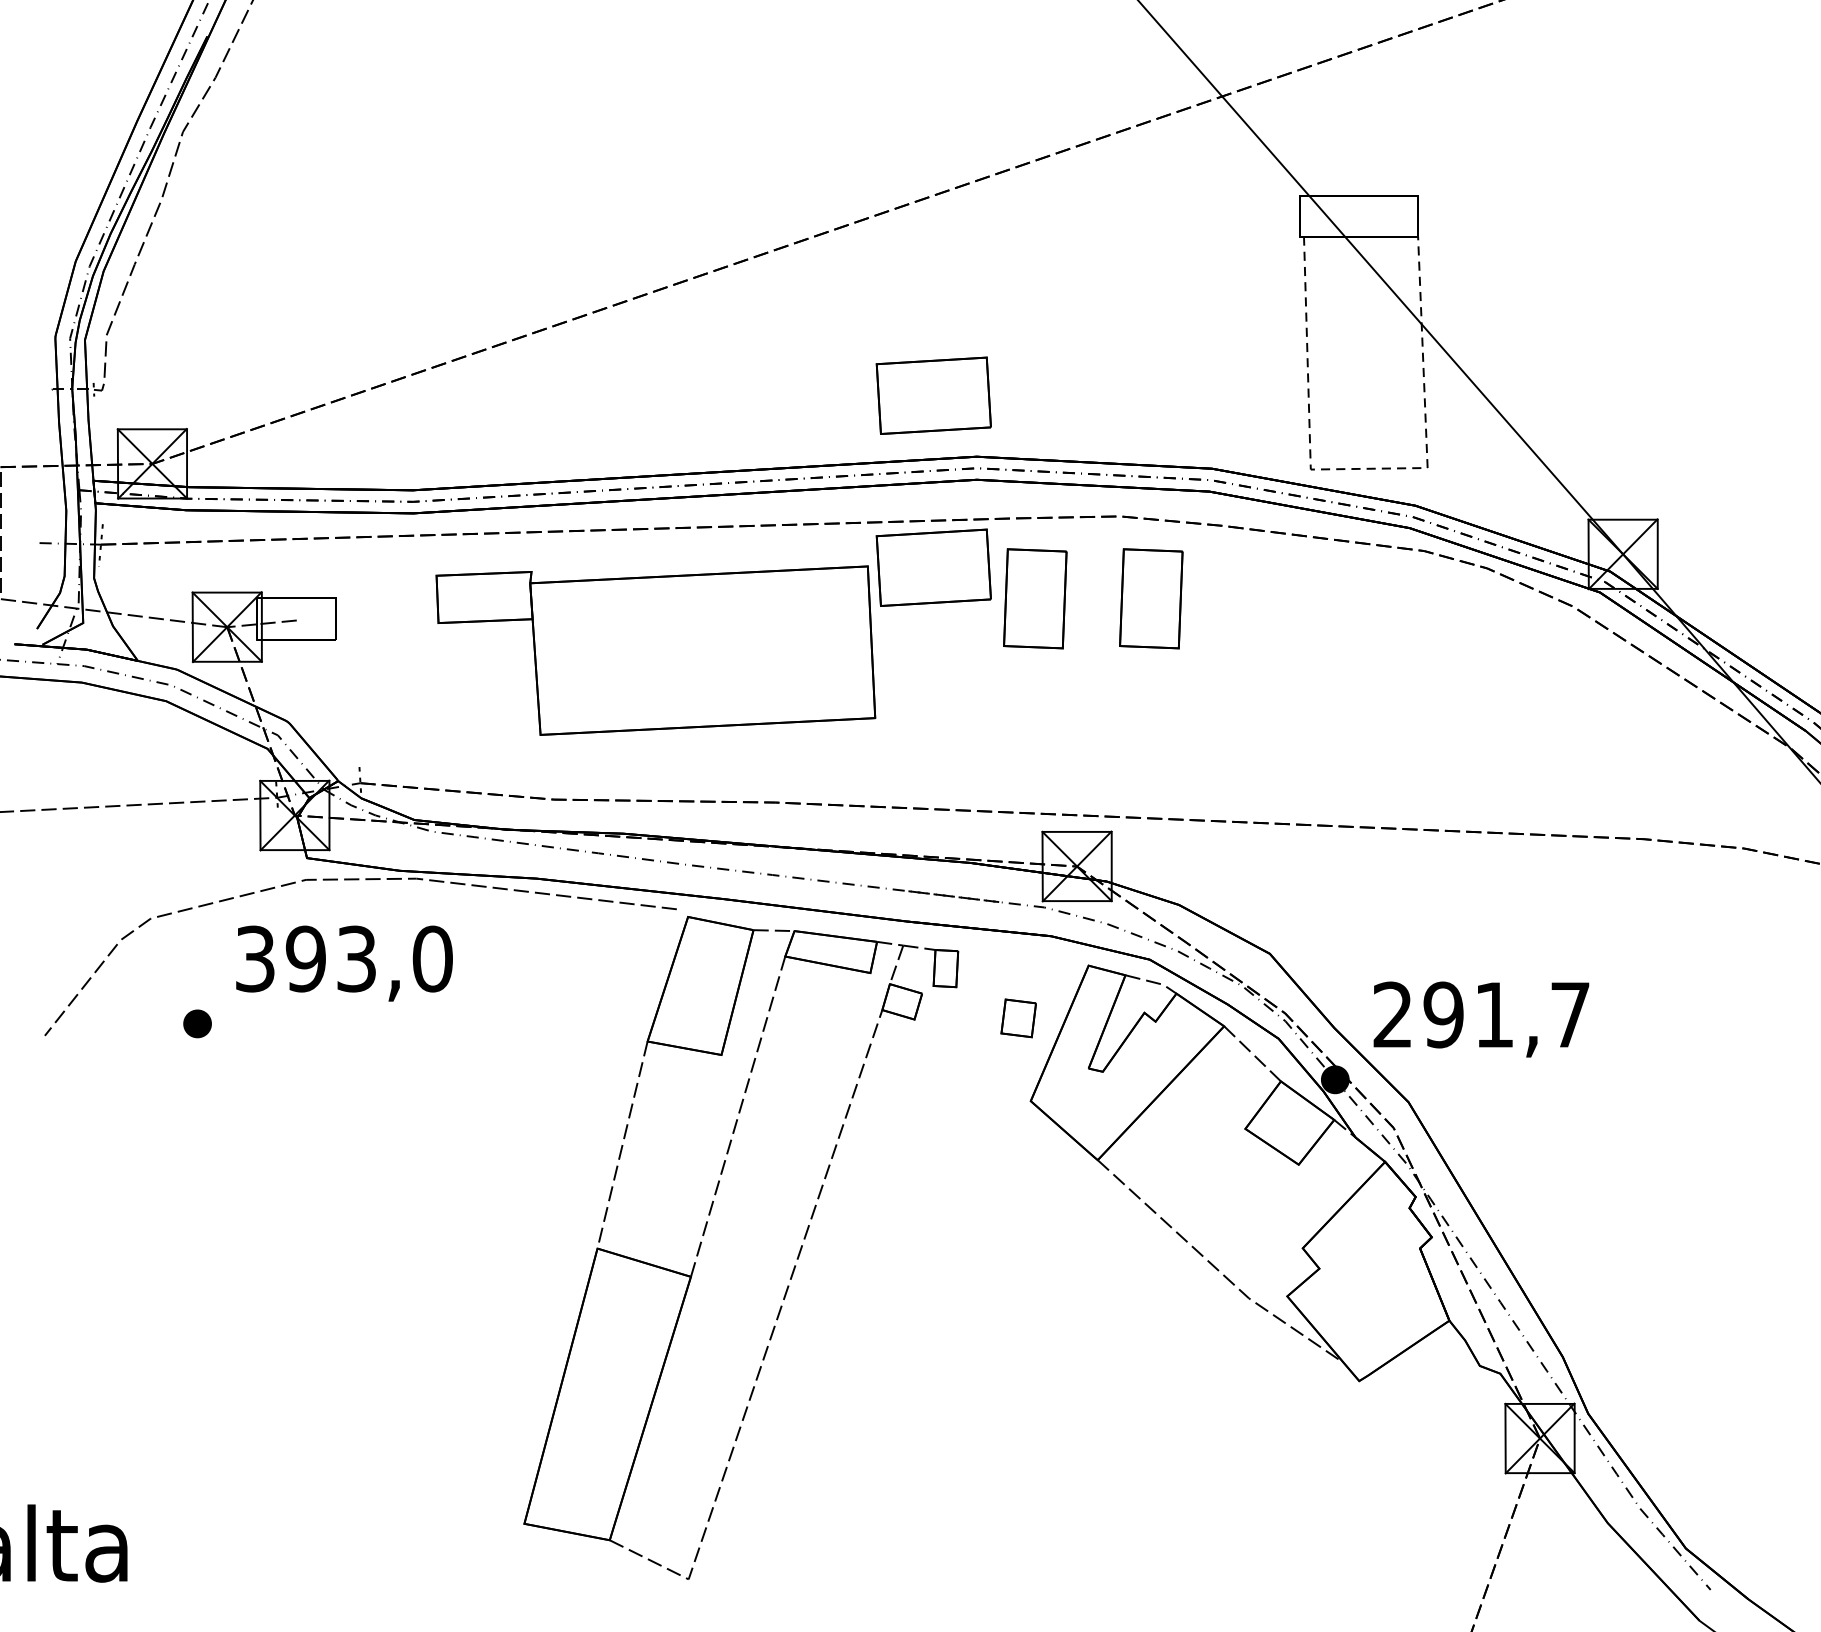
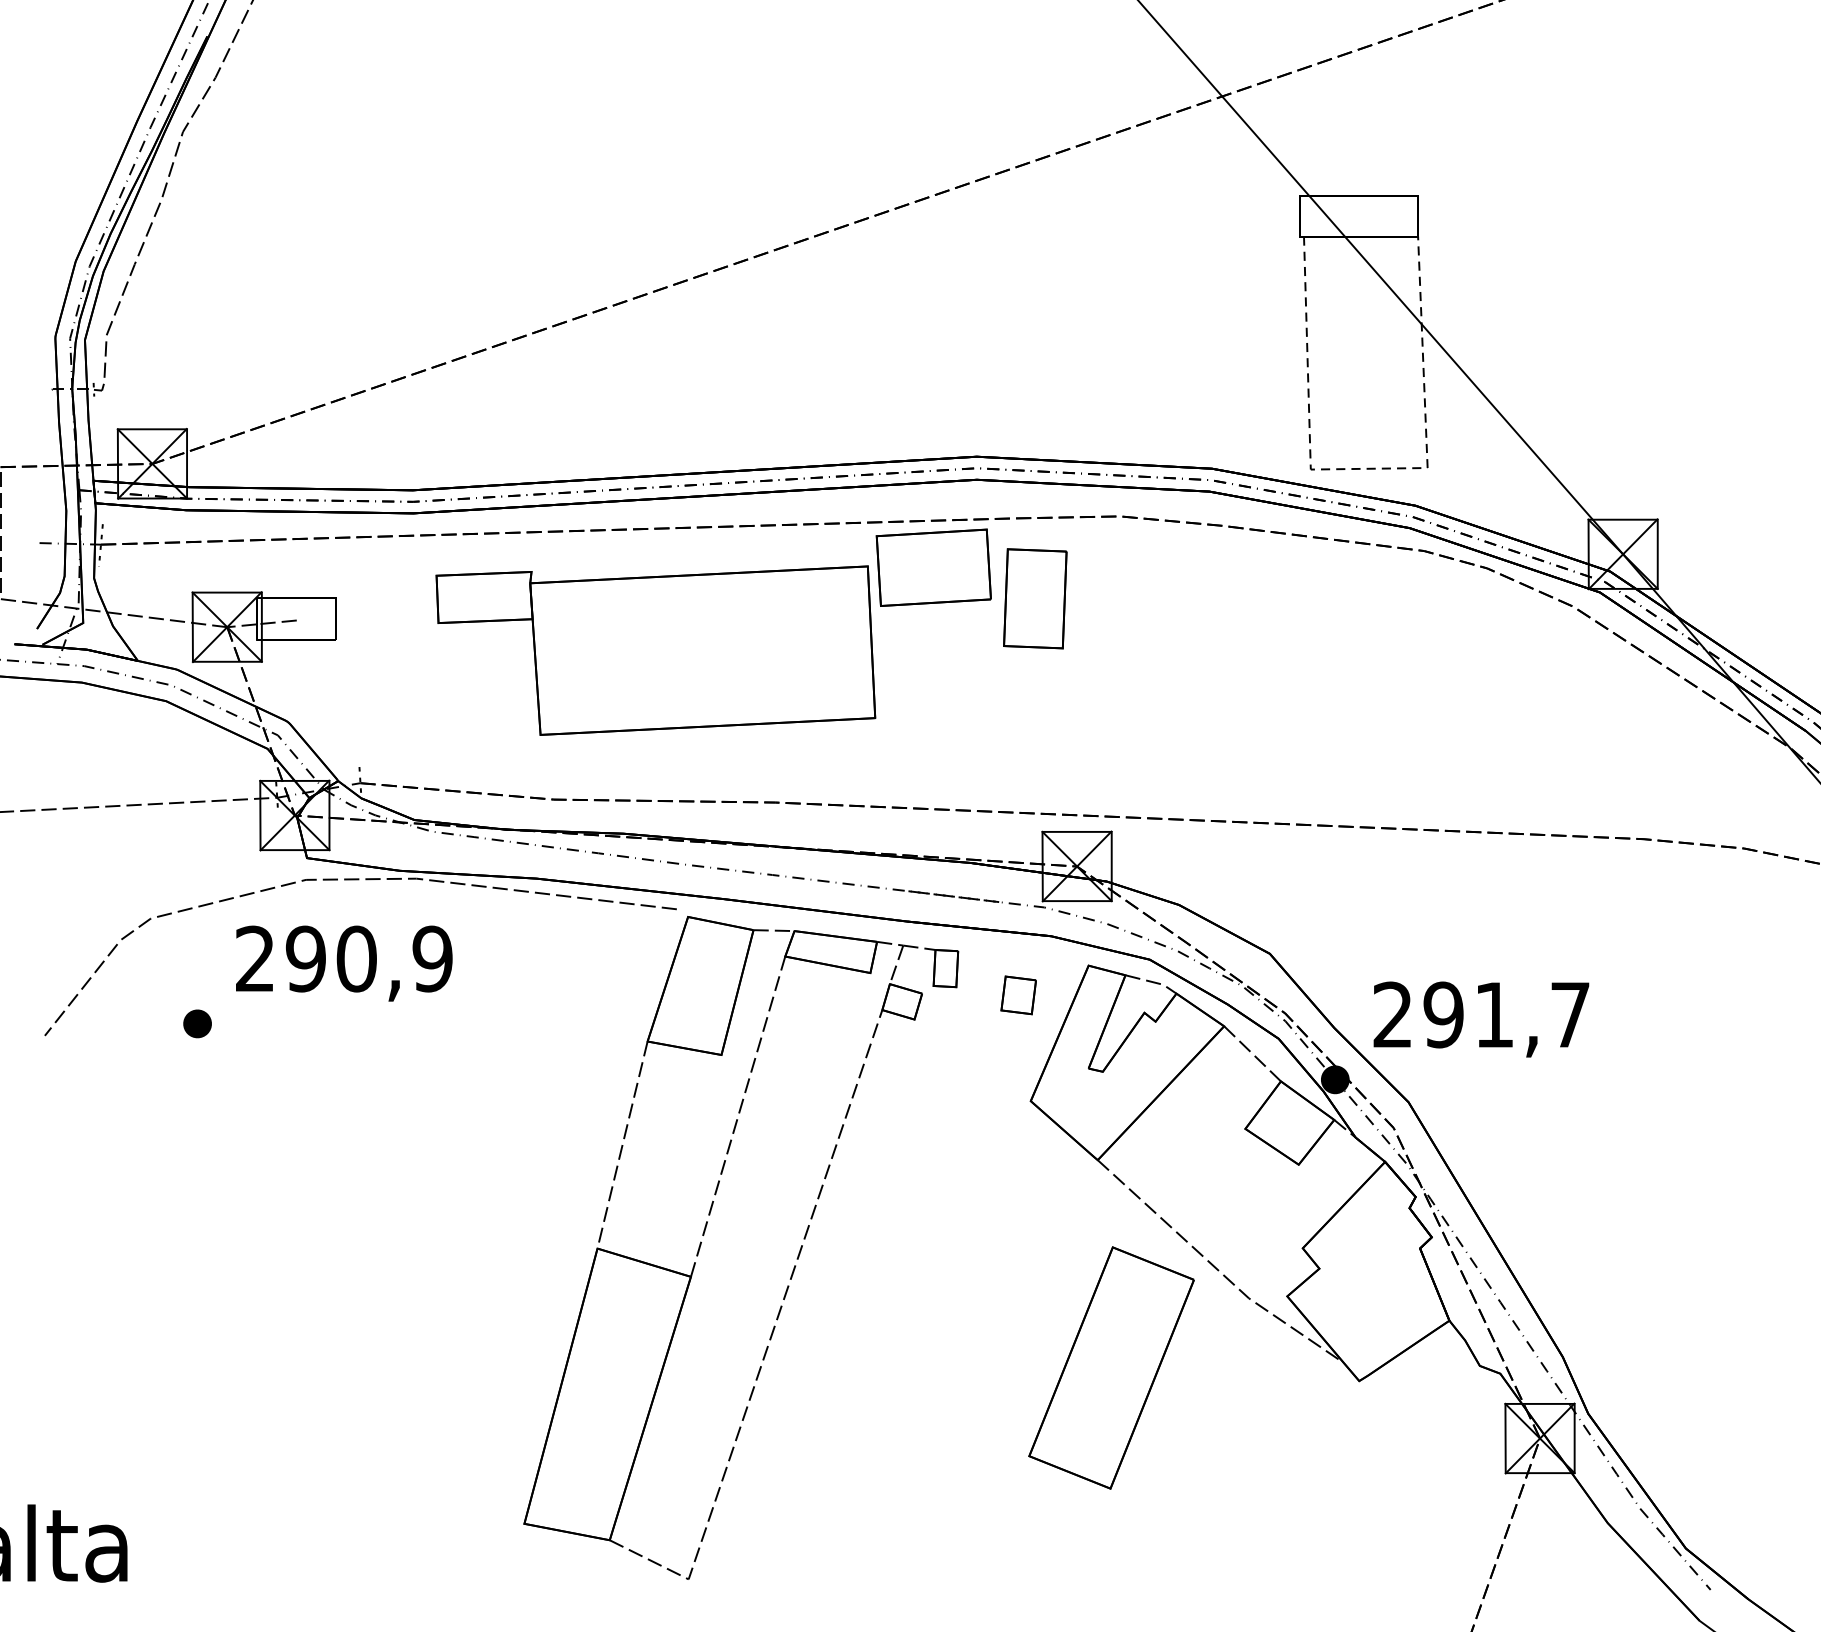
part at (933, 395): present -> none
part at (1151, 598): present -> none
text at (344, 958): 393,0 -> 290,9
part at (1018, 1018) position: (1018, 1018) -> (1018, 995)
part at (1111, 1367): none -> present
